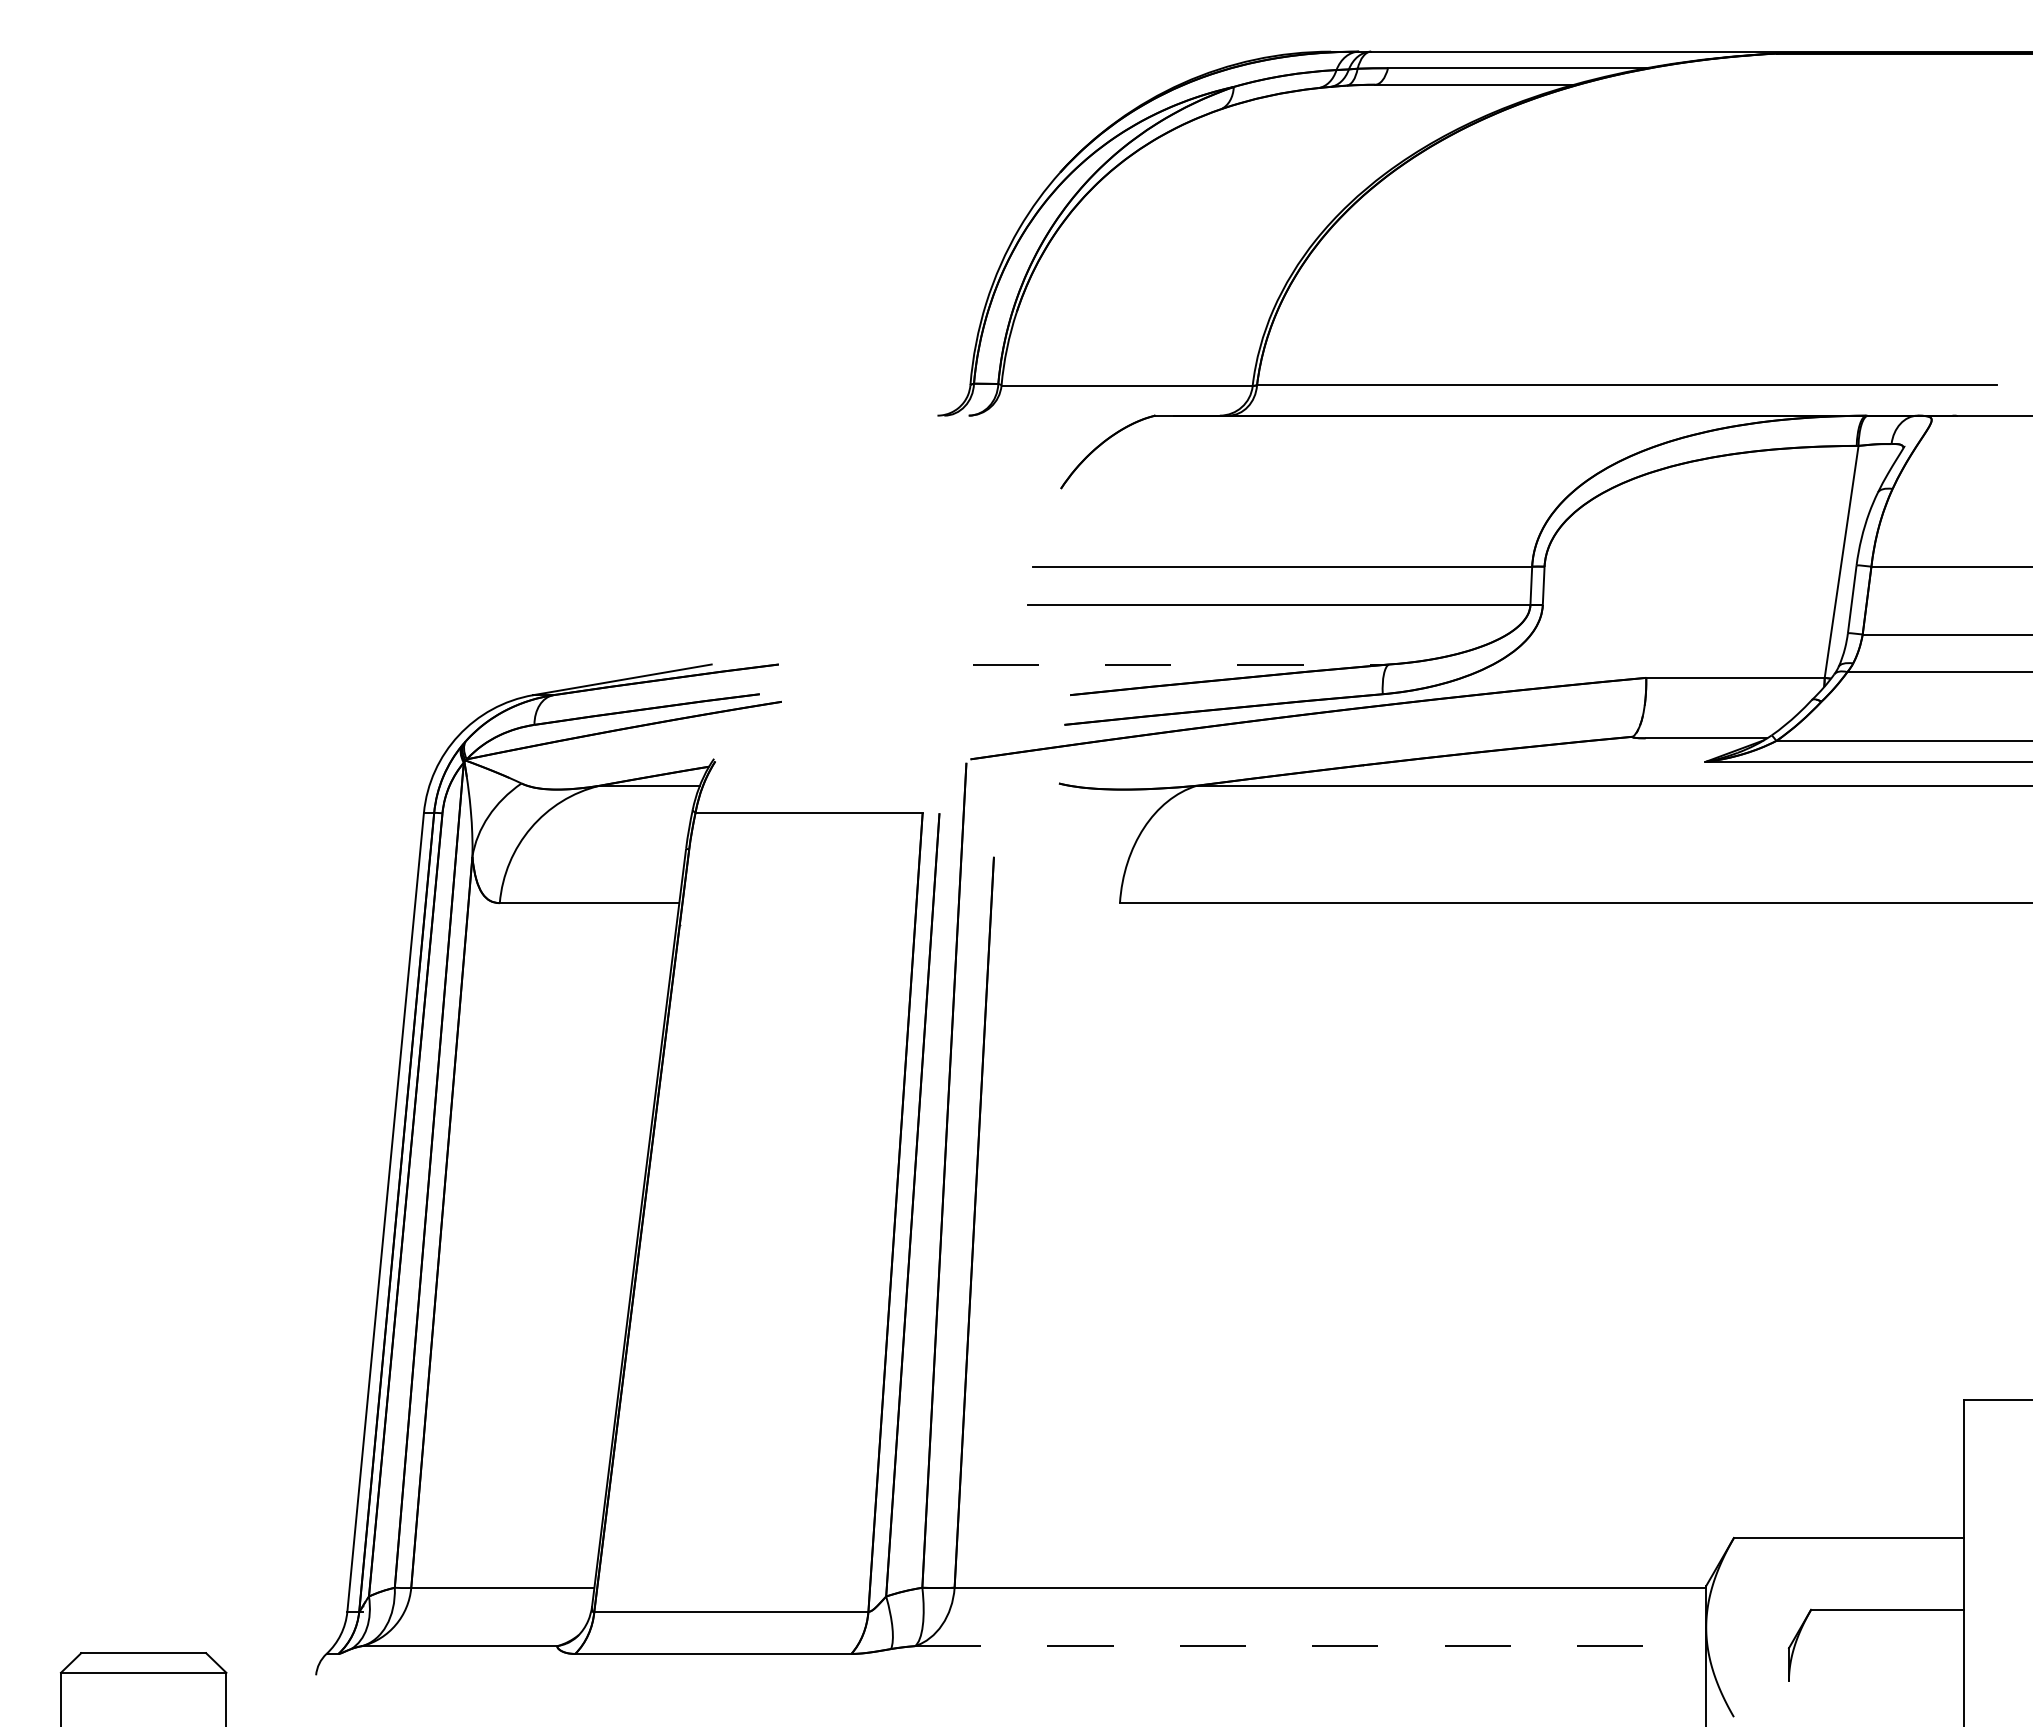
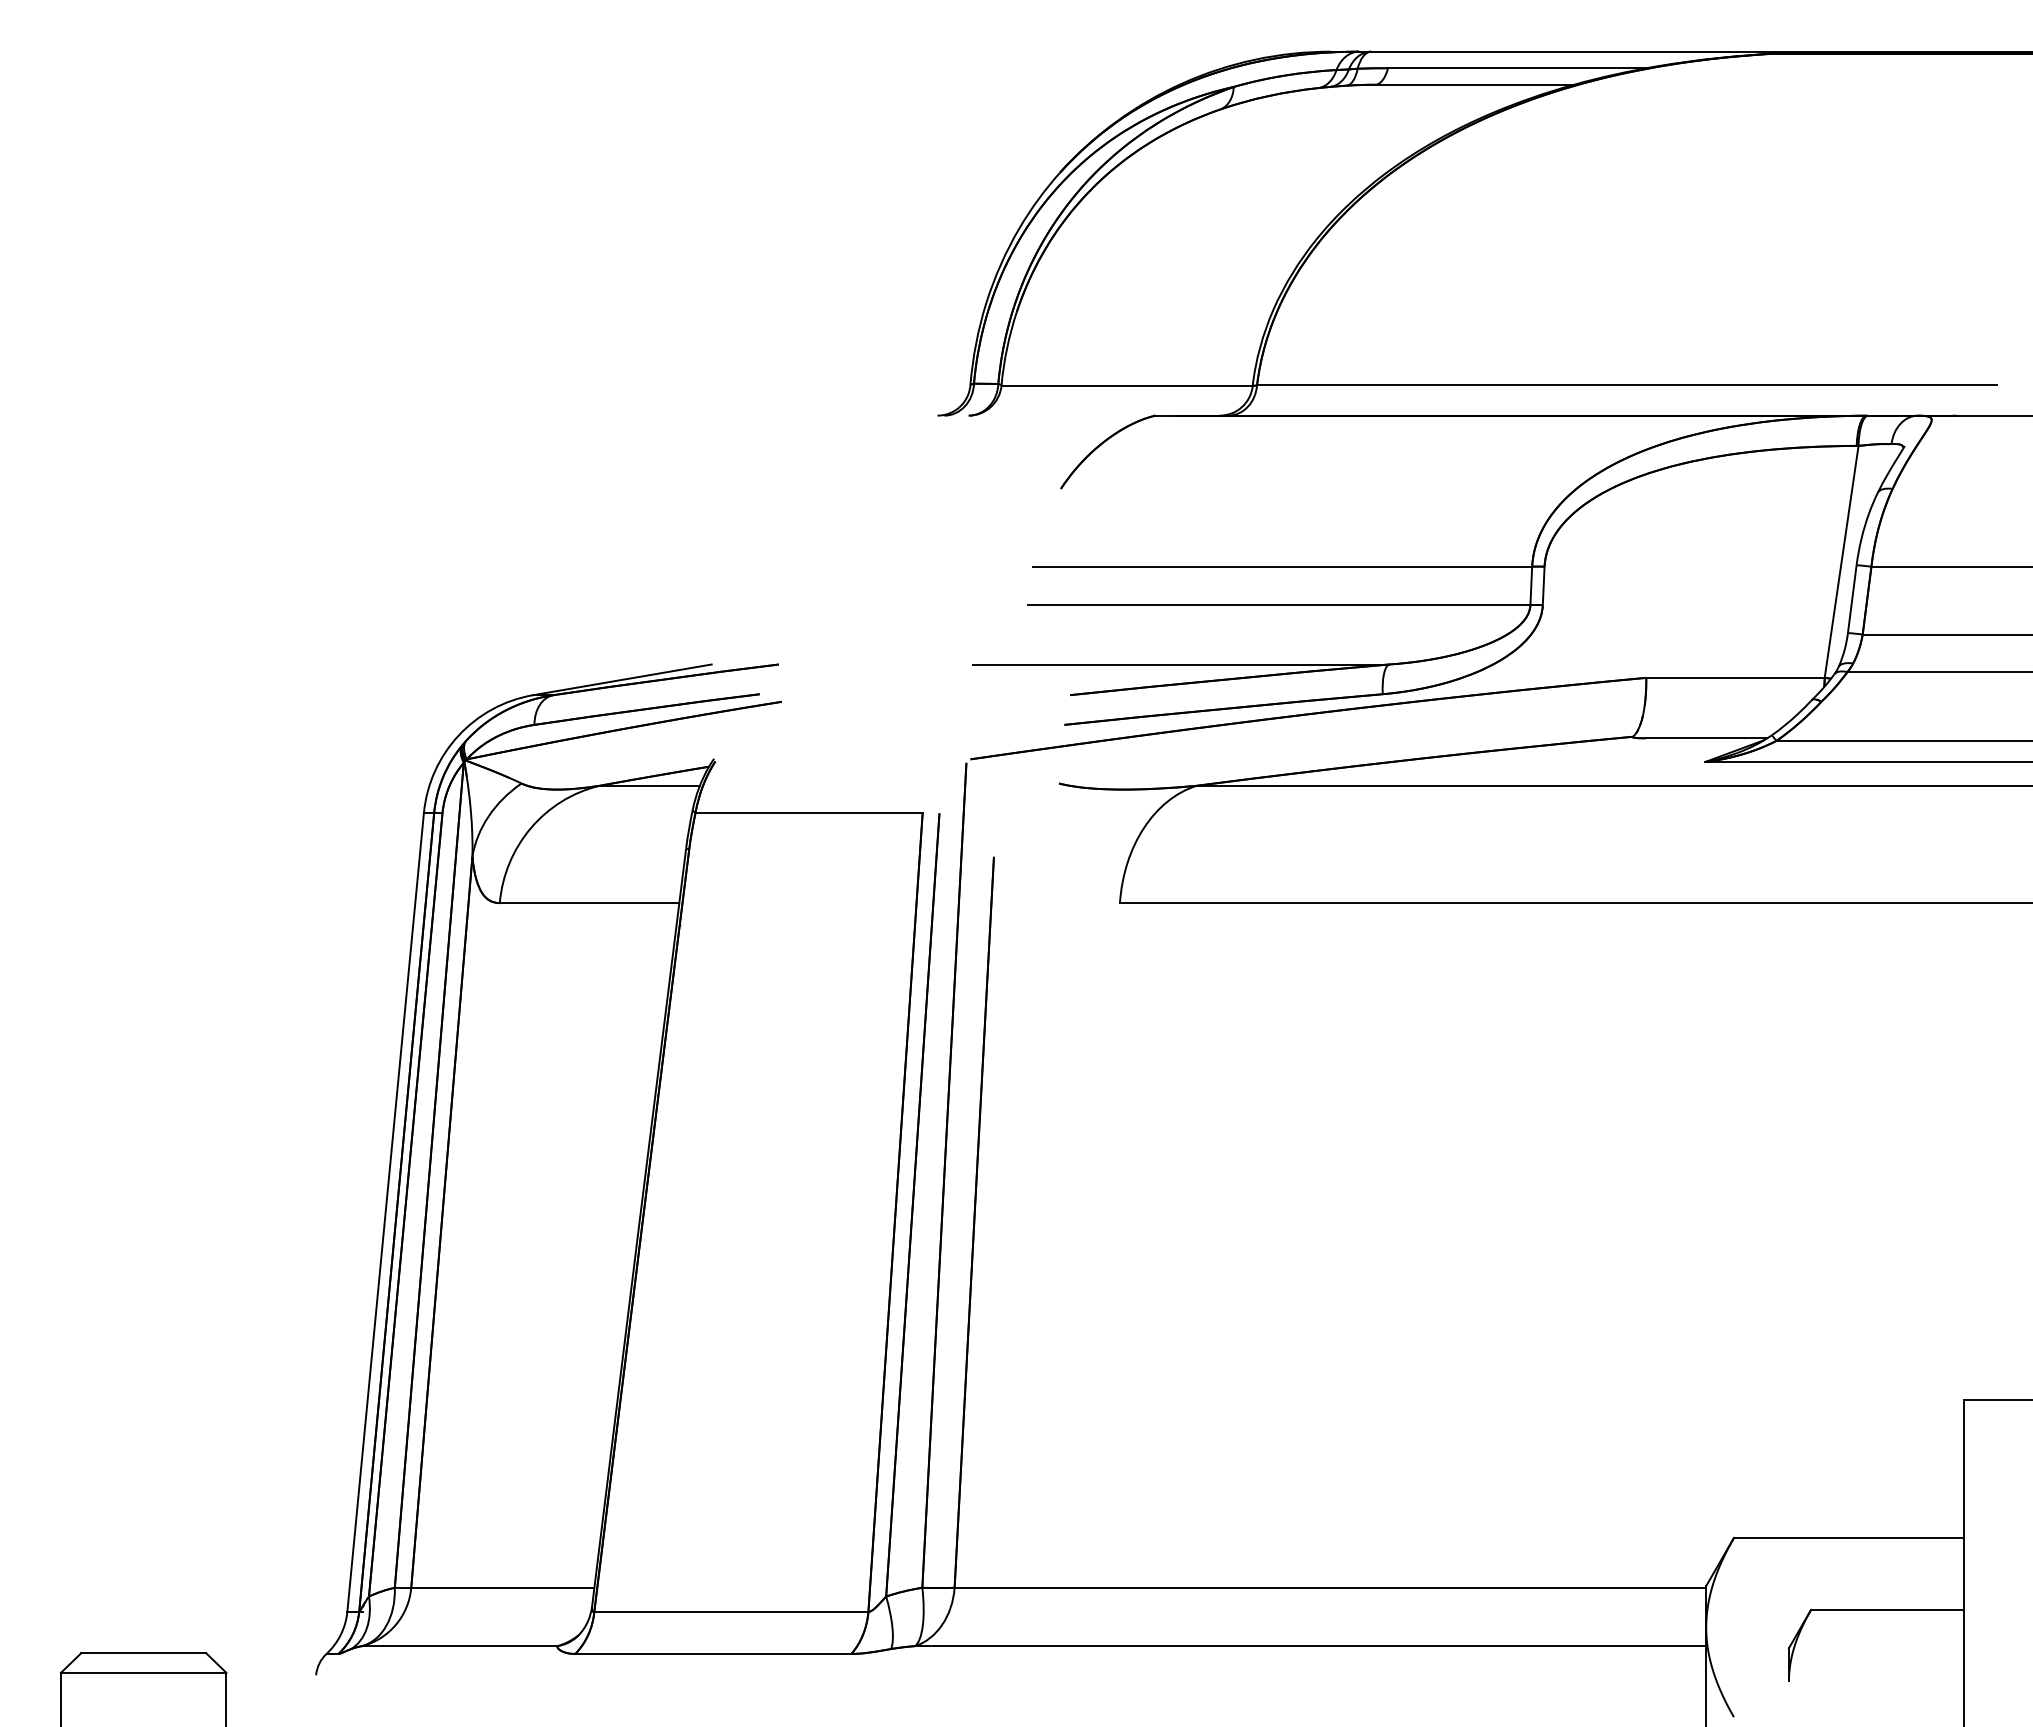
line at (1181, 664): dashed -> solid
line at (1310, 1646): dashed -> solid
